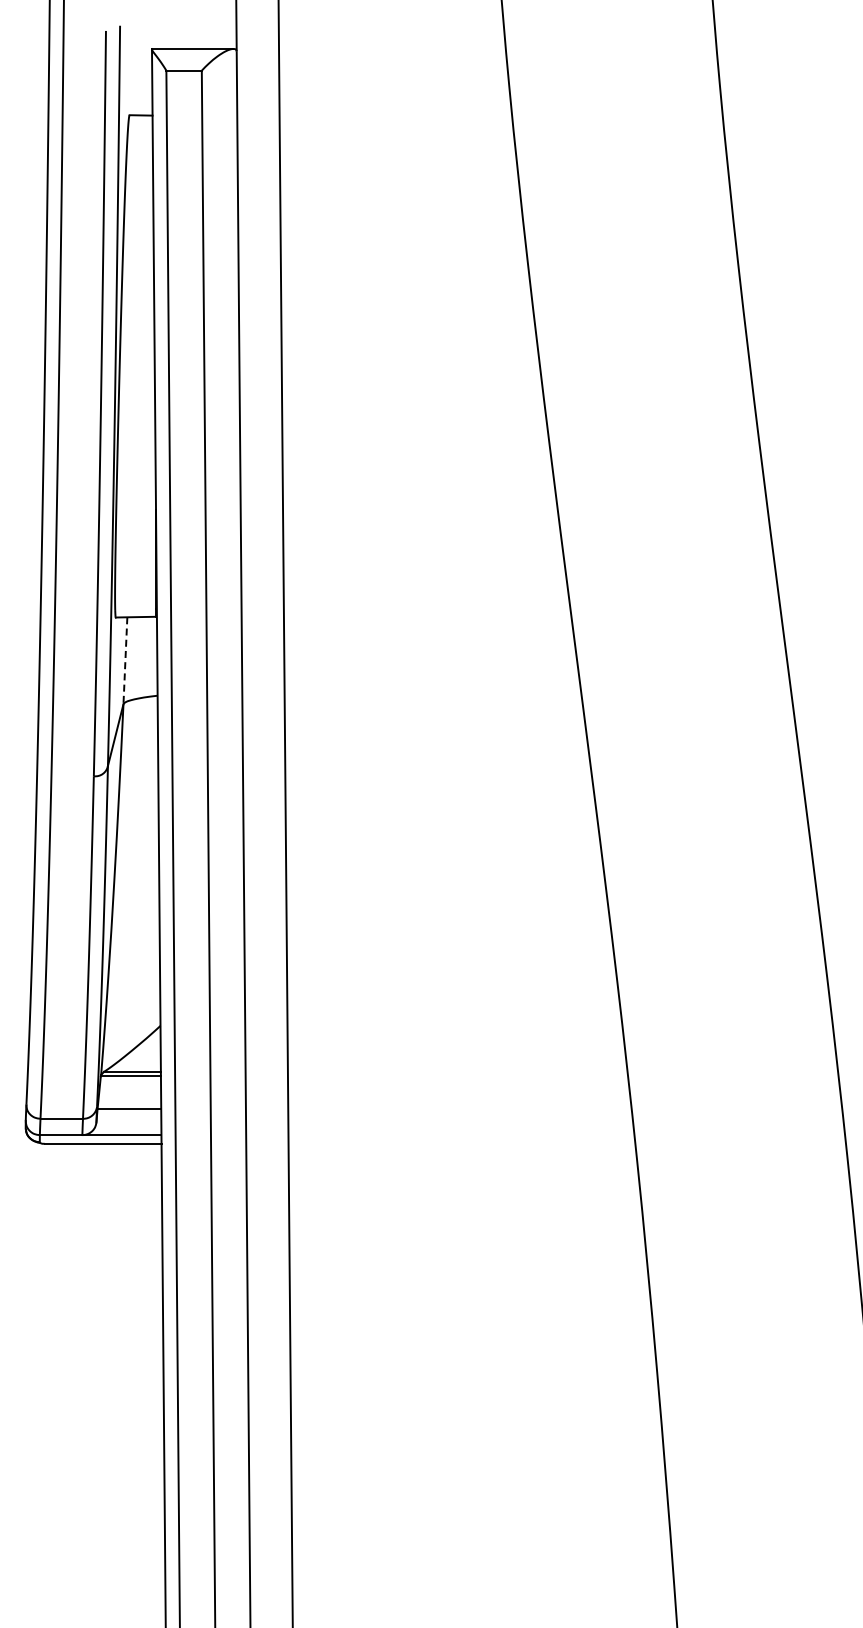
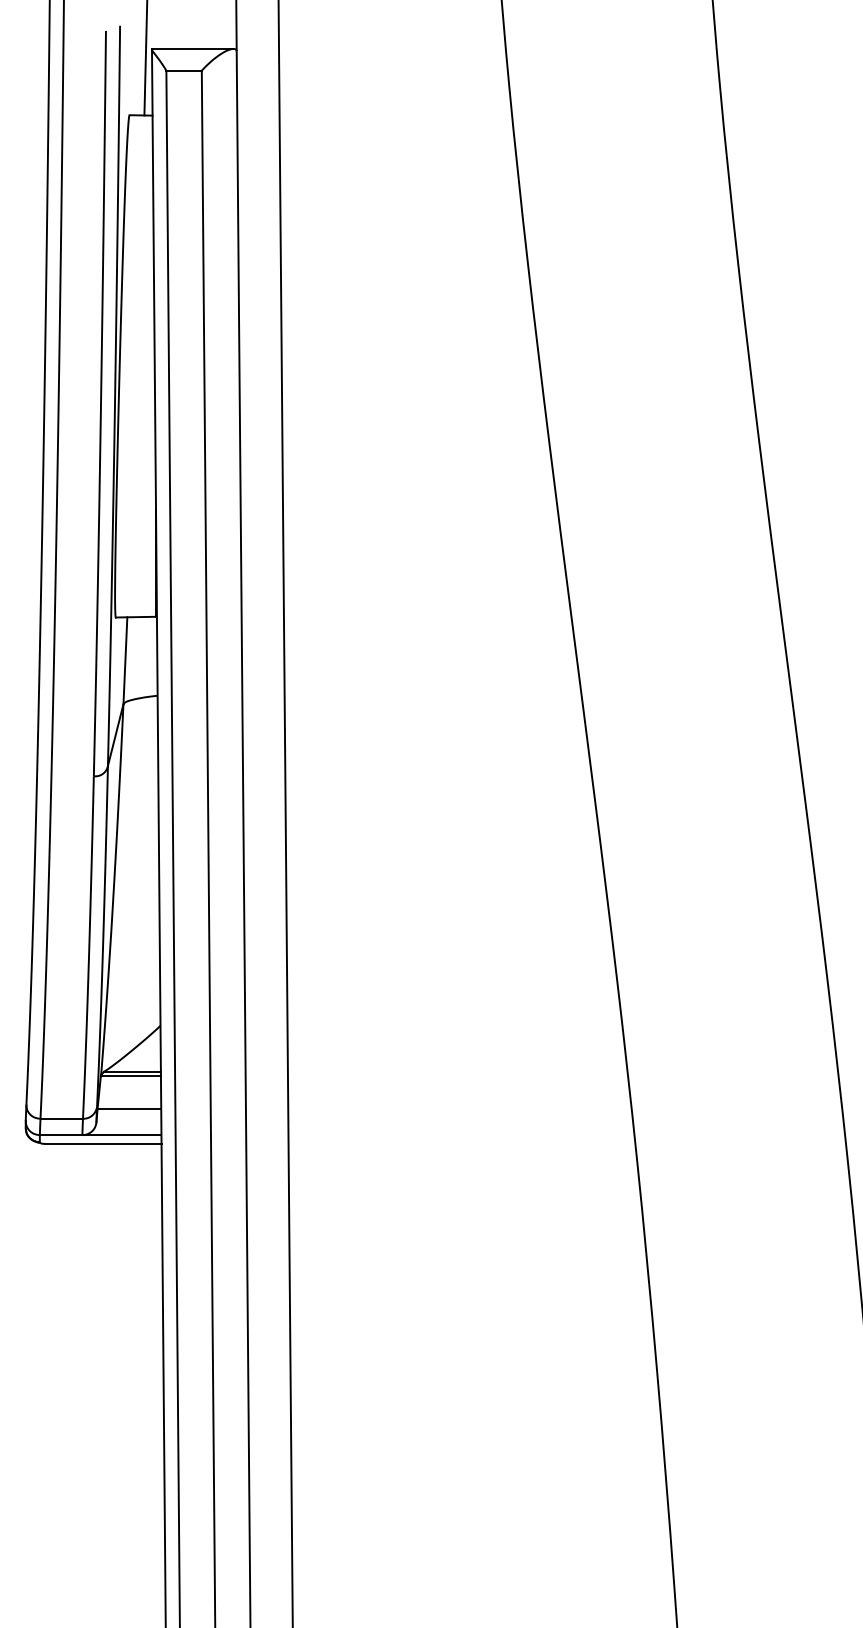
line at (145, 58): none -> present
line at (125, 661): dashed -> solid
